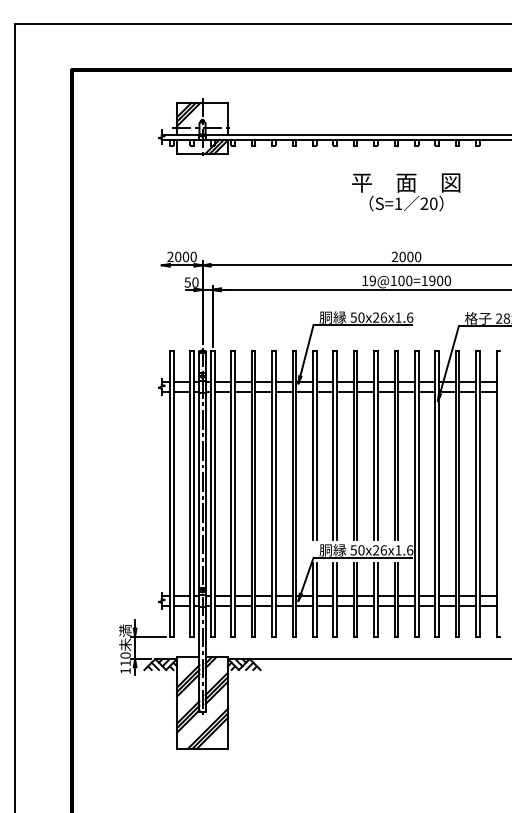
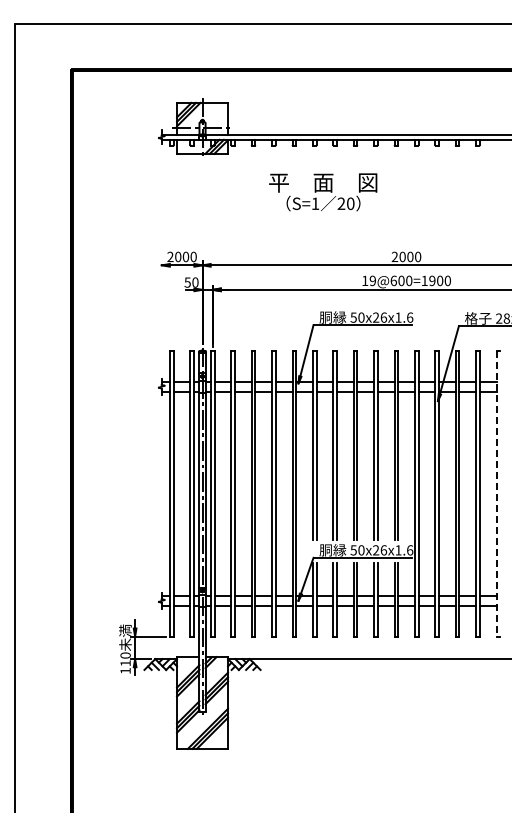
text at (406, 192) position: (406, 192) -> (323, 192)
text at (393, 280): 19@100=1900 -> 19@600=1900
line at (496, 493): solid -> dashed
